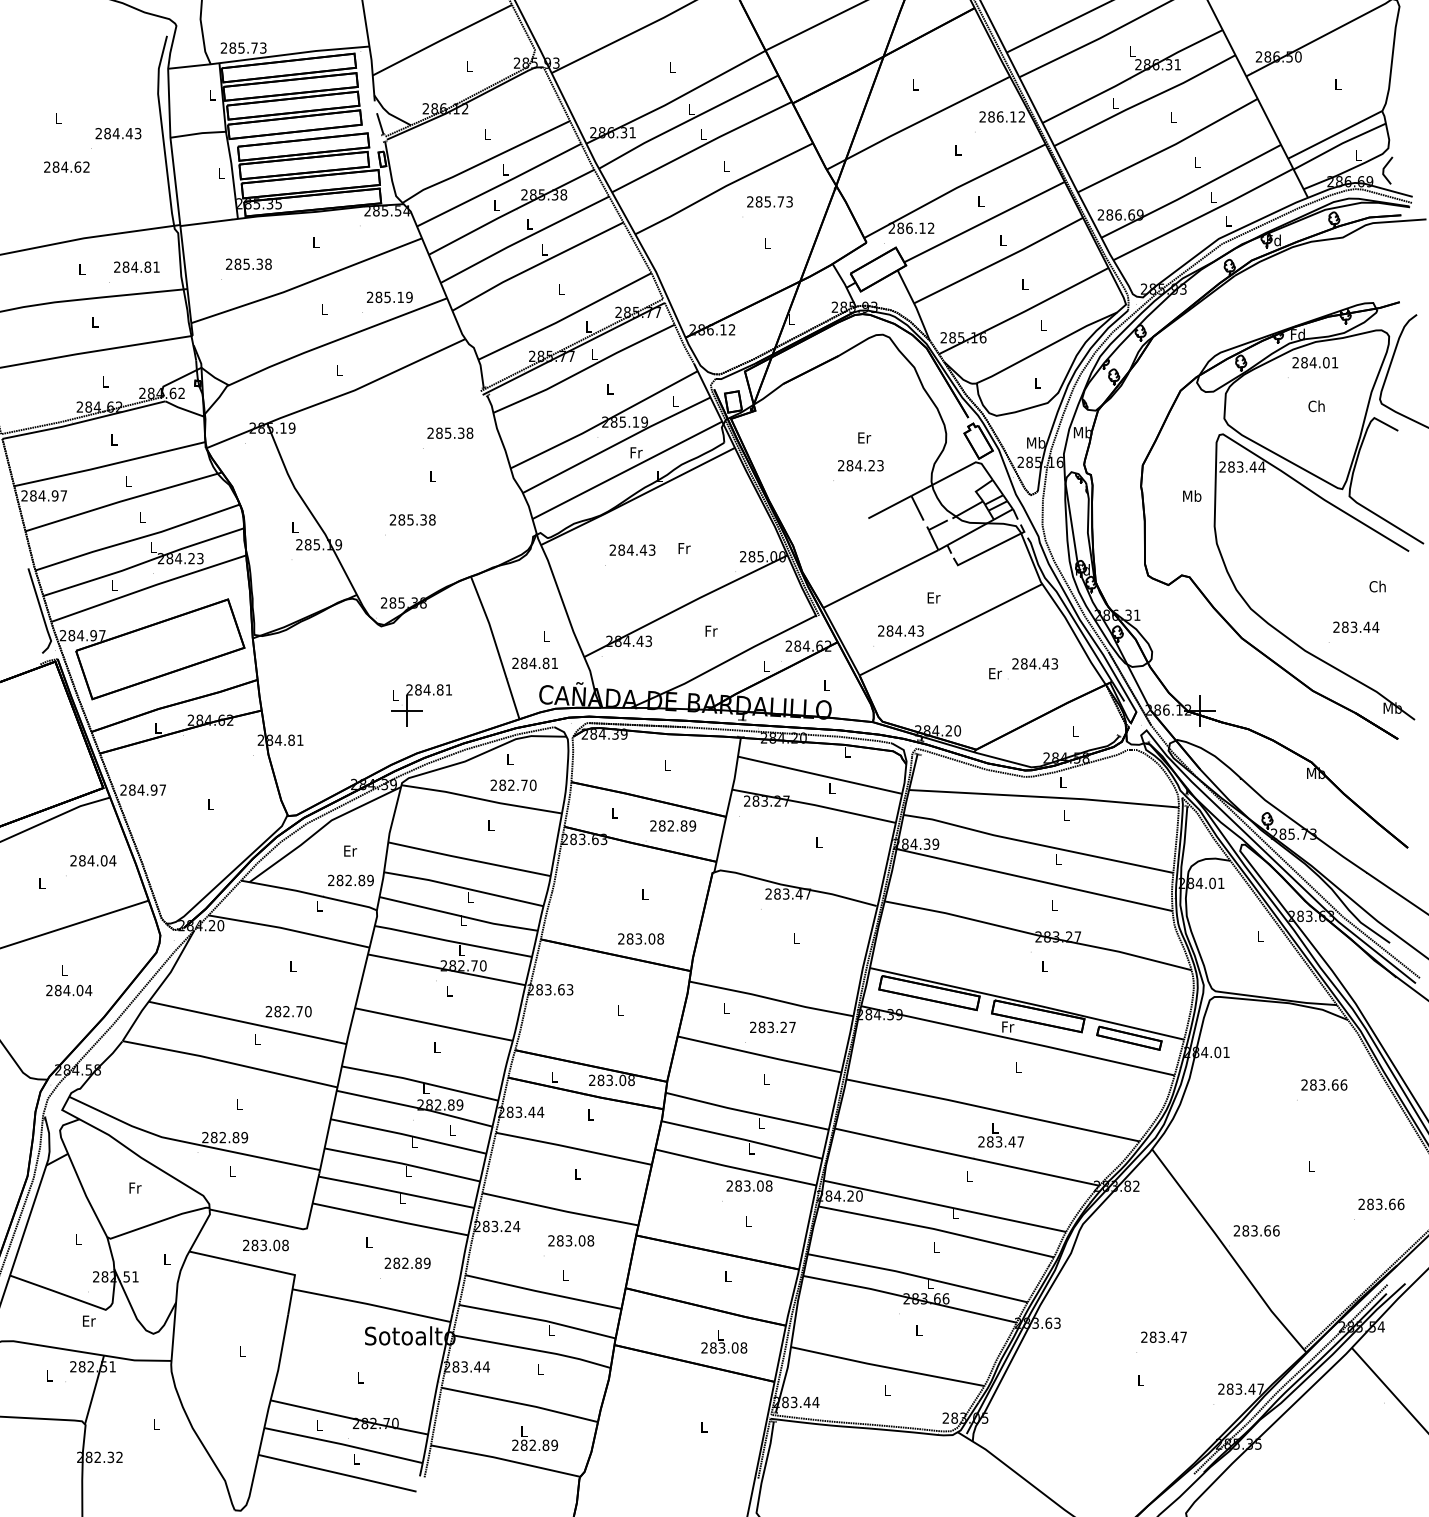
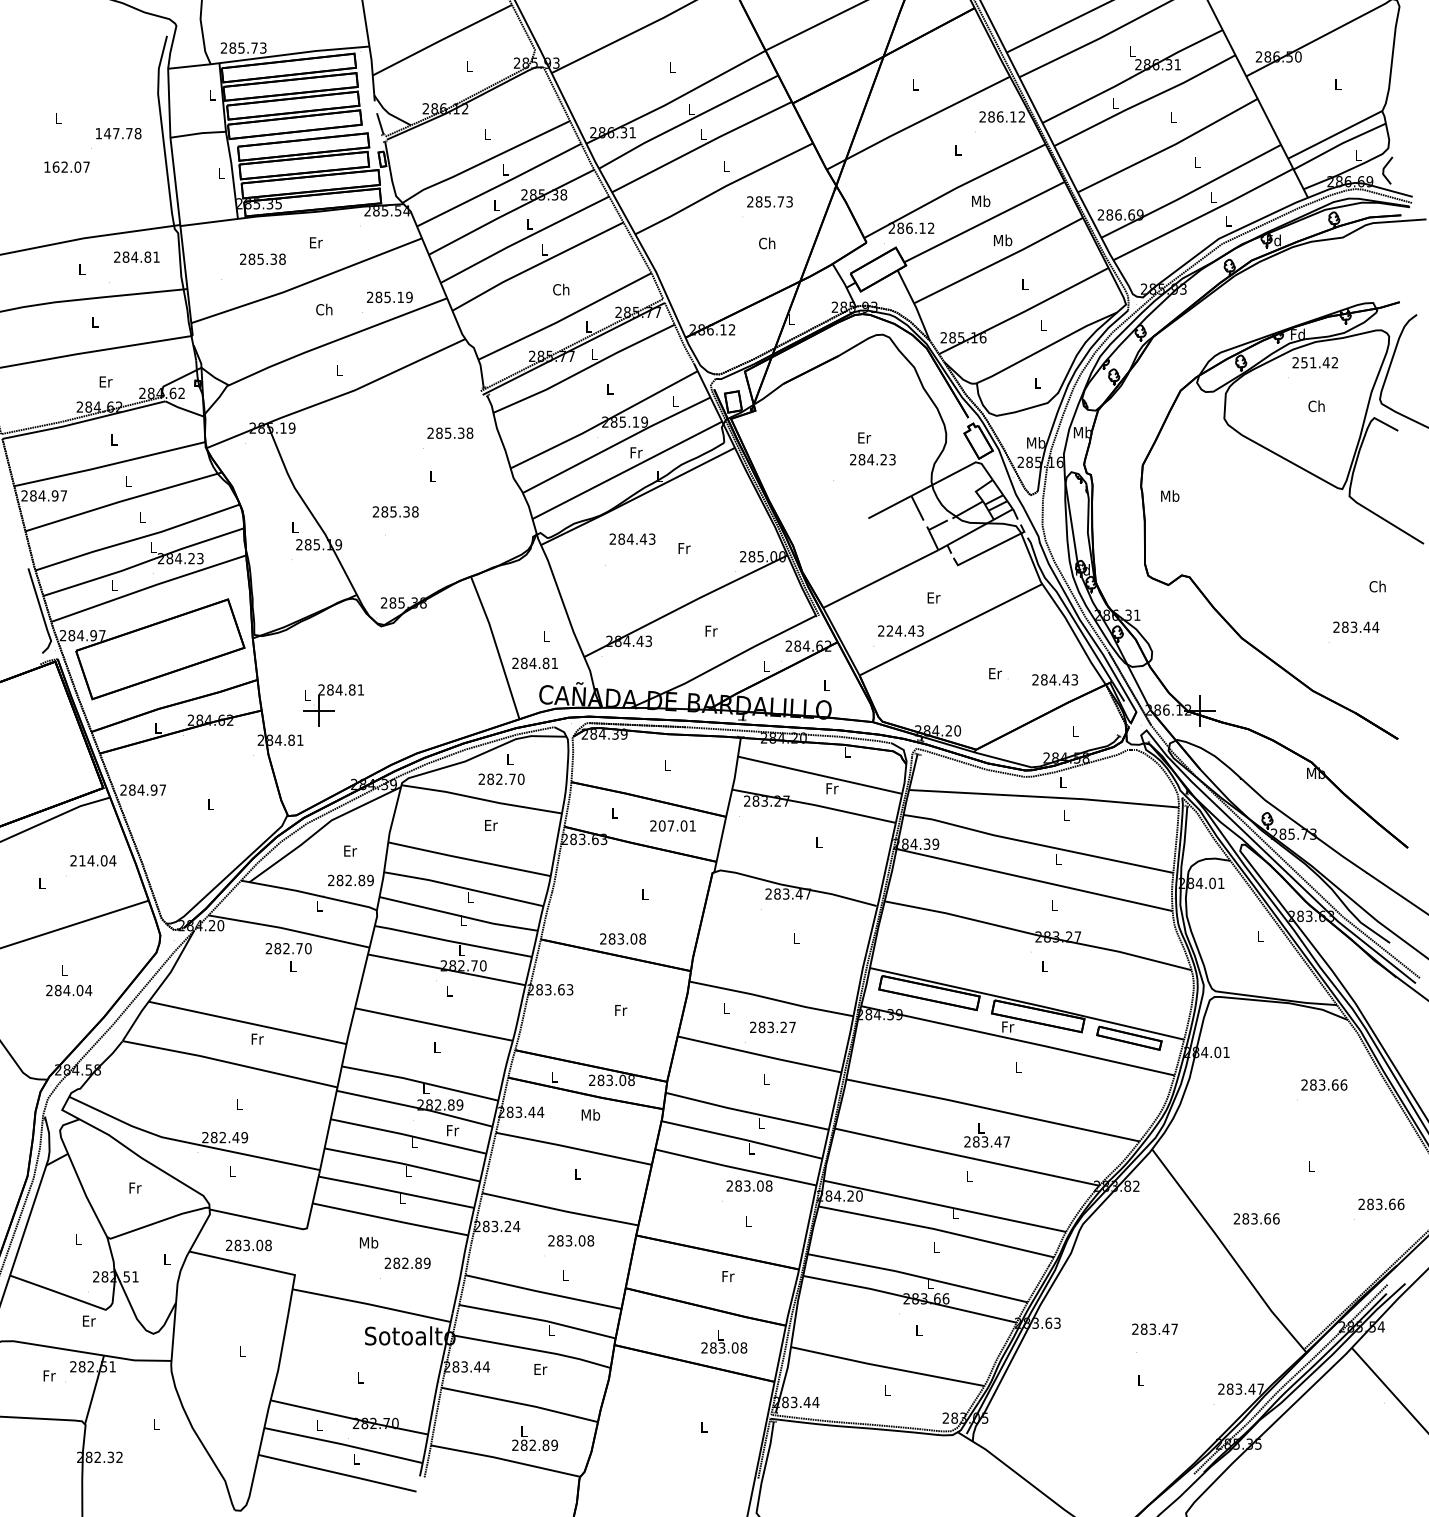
text at (118, 133): 284.43 -> 147.78
text at (66, 166): 284.62 -> 162.07
text at (981, 201): L -> Mb
text at (1003, 240): L -> Mb
text at (316, 242): L -> Er
text at (767, 243): L -> Ch
text at (248, 263) position: (248, 263) -> (262, 258)
text at (136, 266) position: (136, 266) -> (136, 256)
text at (561, 289): L -> Ch
text at (324, 309): L -> Ch
text at (1319, 362): 284.01 -> 251.42
text at (105, 381): L -> Er
text at (860, 465) position: (860, 465) -> (872, 459)
text at (1192, 495) position: (1192, 495) -> (1170, 495)
text at (412, 519) position: (412, 519) -> (395, 511)
text at (632, 549) position: (632, 549) -> (632, 538)
part at (1275, 627): present -> none
text at (889, 630): 284.43 -> 224.43
text at (1034, 663) position: (1034, 663) -> (1054, 679)
part at (421, 705) position: (421, 705) -> (333, 705)
text at (513, 784) position: (513, 784) -> (501, 778)
text at (832, 788): L -> Fr
text at (491, 825): L -> Er
text at (677, 825): 282.89 -> 207.01
text at (82, 860): 284.04 -> 214.04
text at (640, 938) position: (640, 938) -> (622, 938)
text at (621, 1010): L -> Fr
text at (288, 1011) position: (288, 1011) -> (288, 948)
text at (257, 1038): L -> Fr
text at (590, 1114): L -> Mb
text at (453, 1130): L -> Fr
text at (1000, 1135) position: (1000, 1135) -> (986, 1135)
text at (235, 1137): 282.89 -> 282.49
text at (1256, 1230) position: (1256, 1230) -> (1256, 1218)
text at (368, 1242): L -> Mb
text at (265, 1245) position: (265, 1245) -> (248, 1245)
text at (728, 1276): L -> Fr
text at (1163, 1336) position: (1163, 1336) -> (1154, 1328)
text at (540, 1369): L -> Er
text at (49, 1375): L -> Fr
